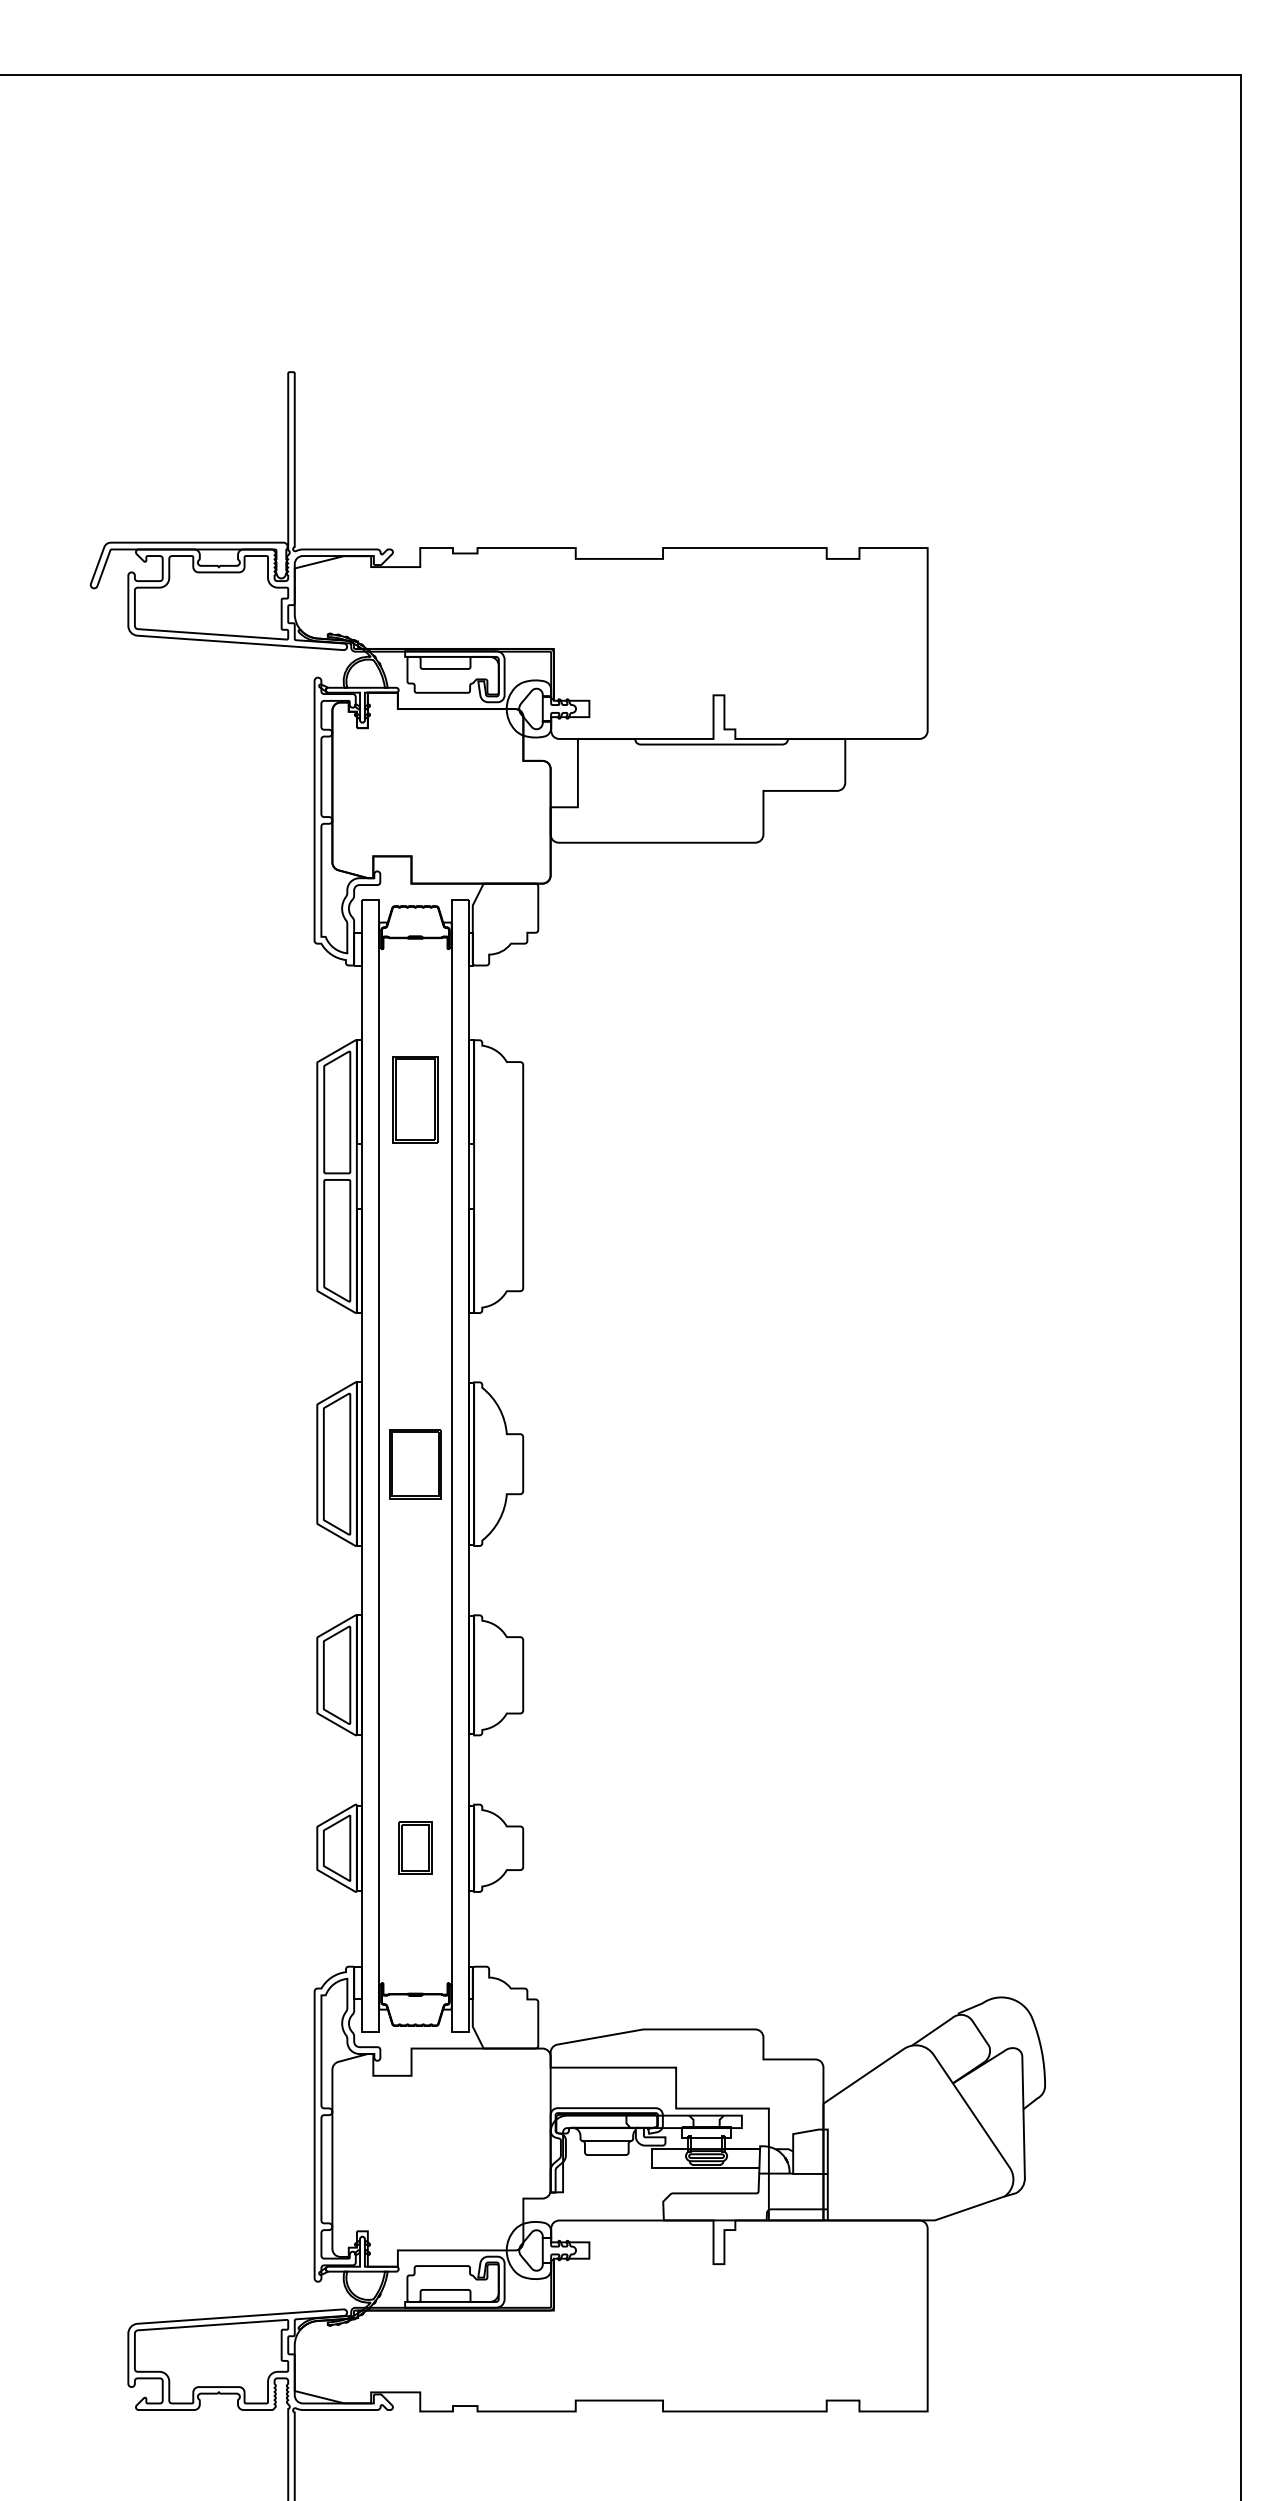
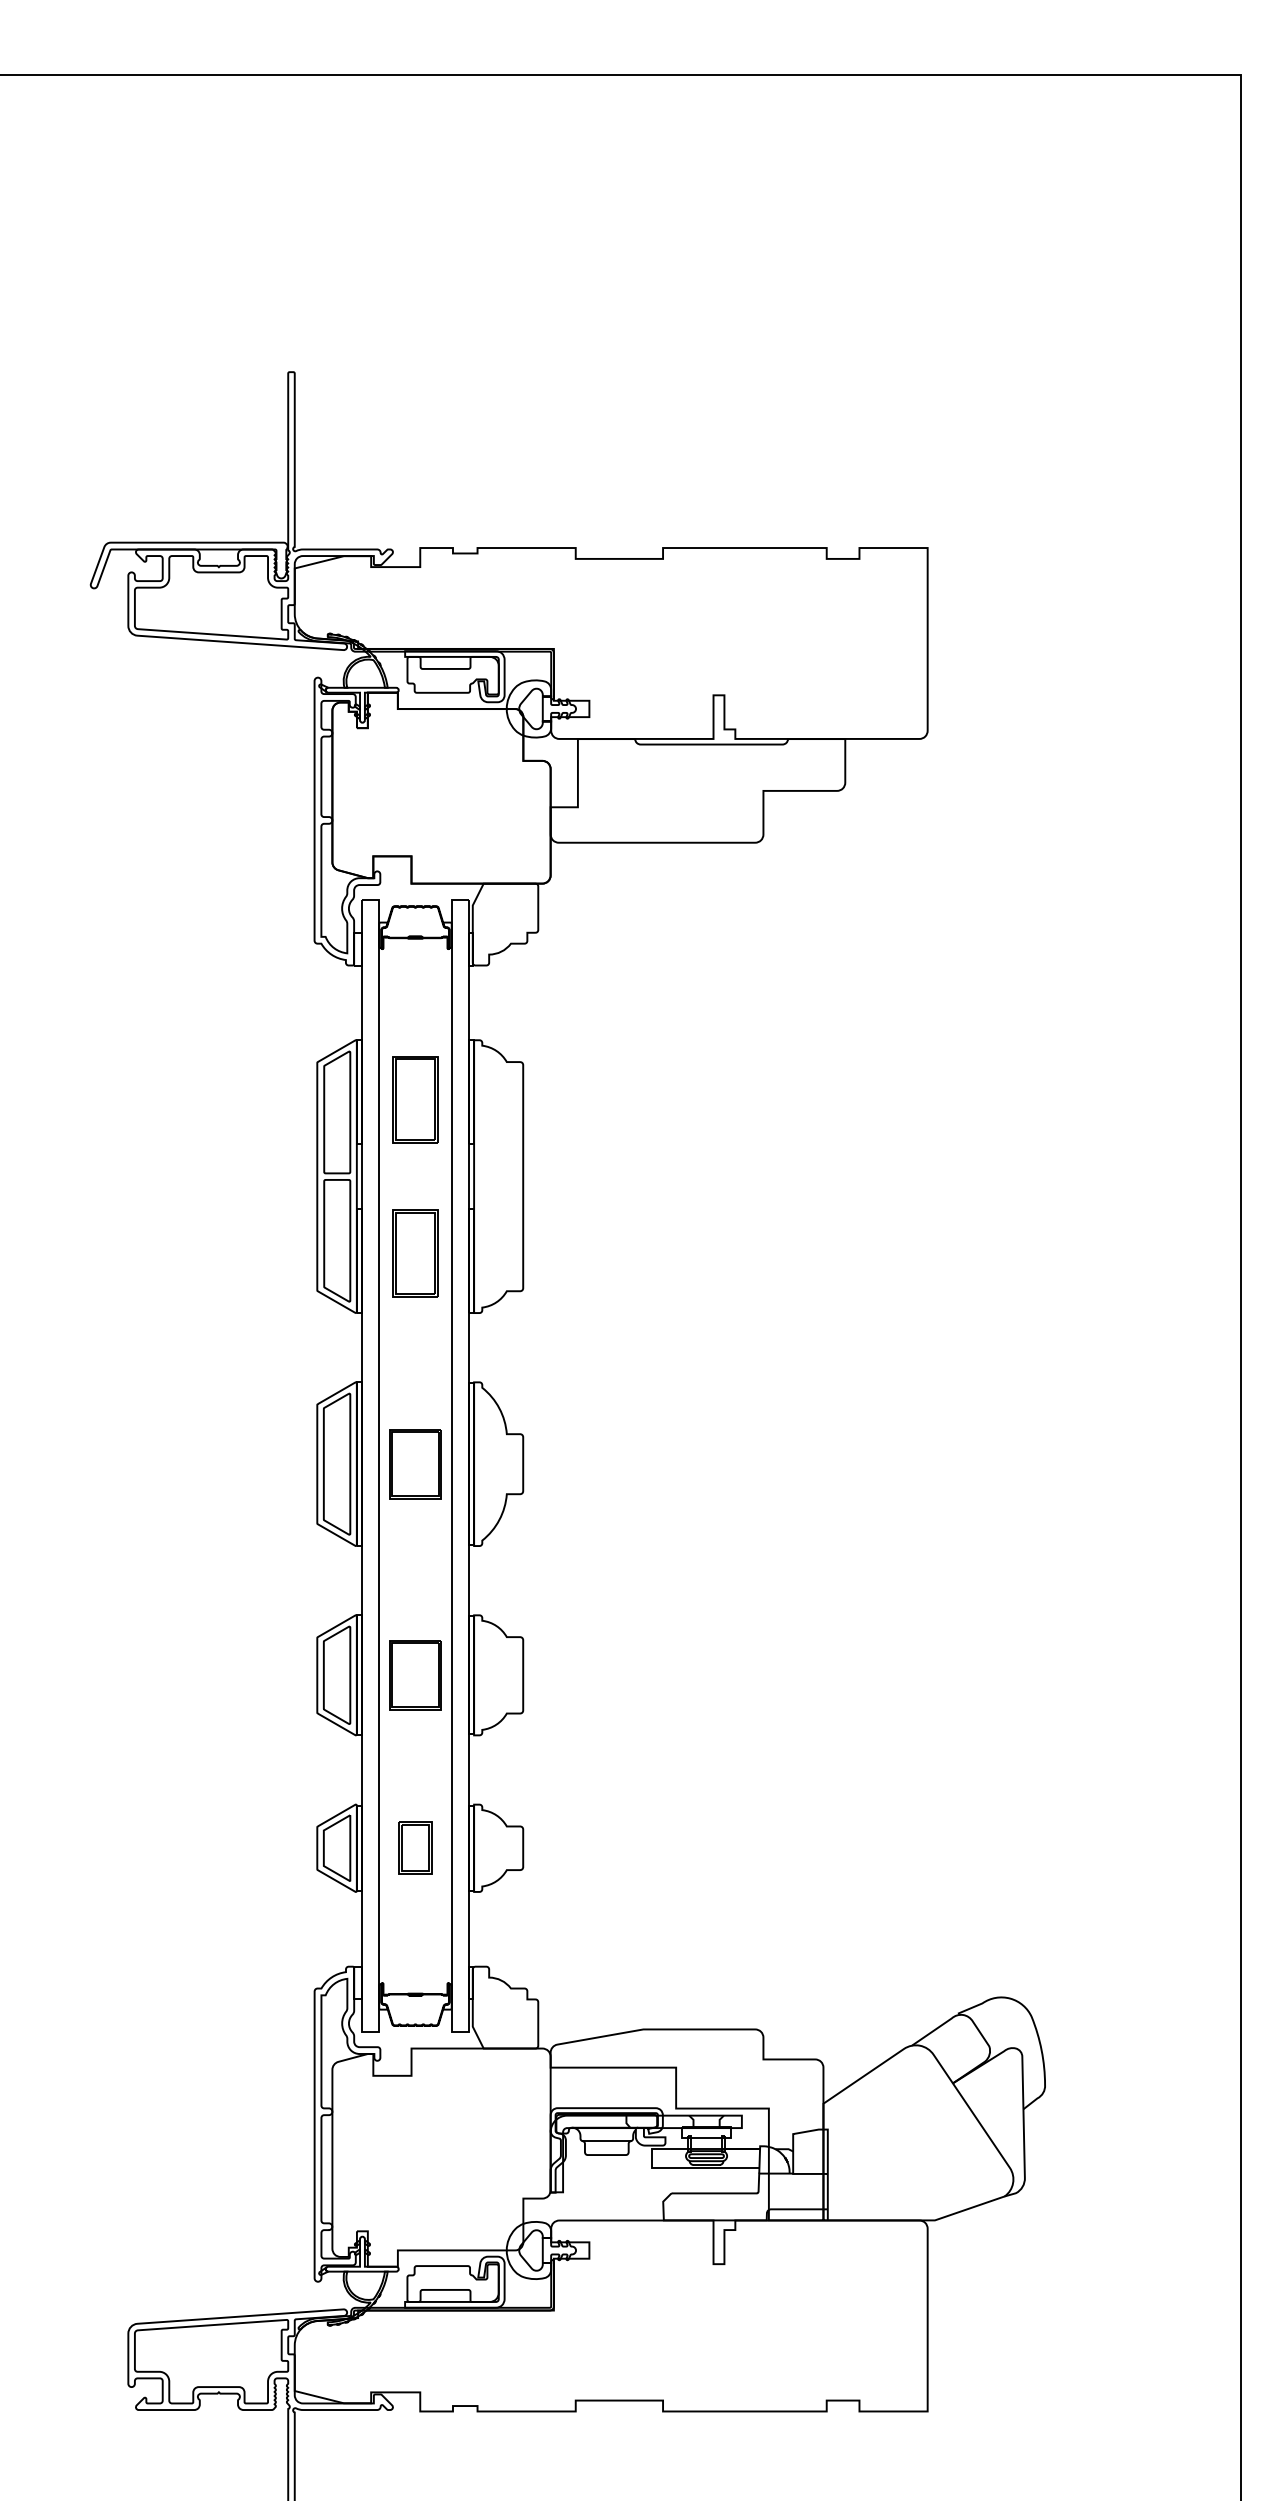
part at (415, 1253): none -> present
part at (415, 1675): none -> present
